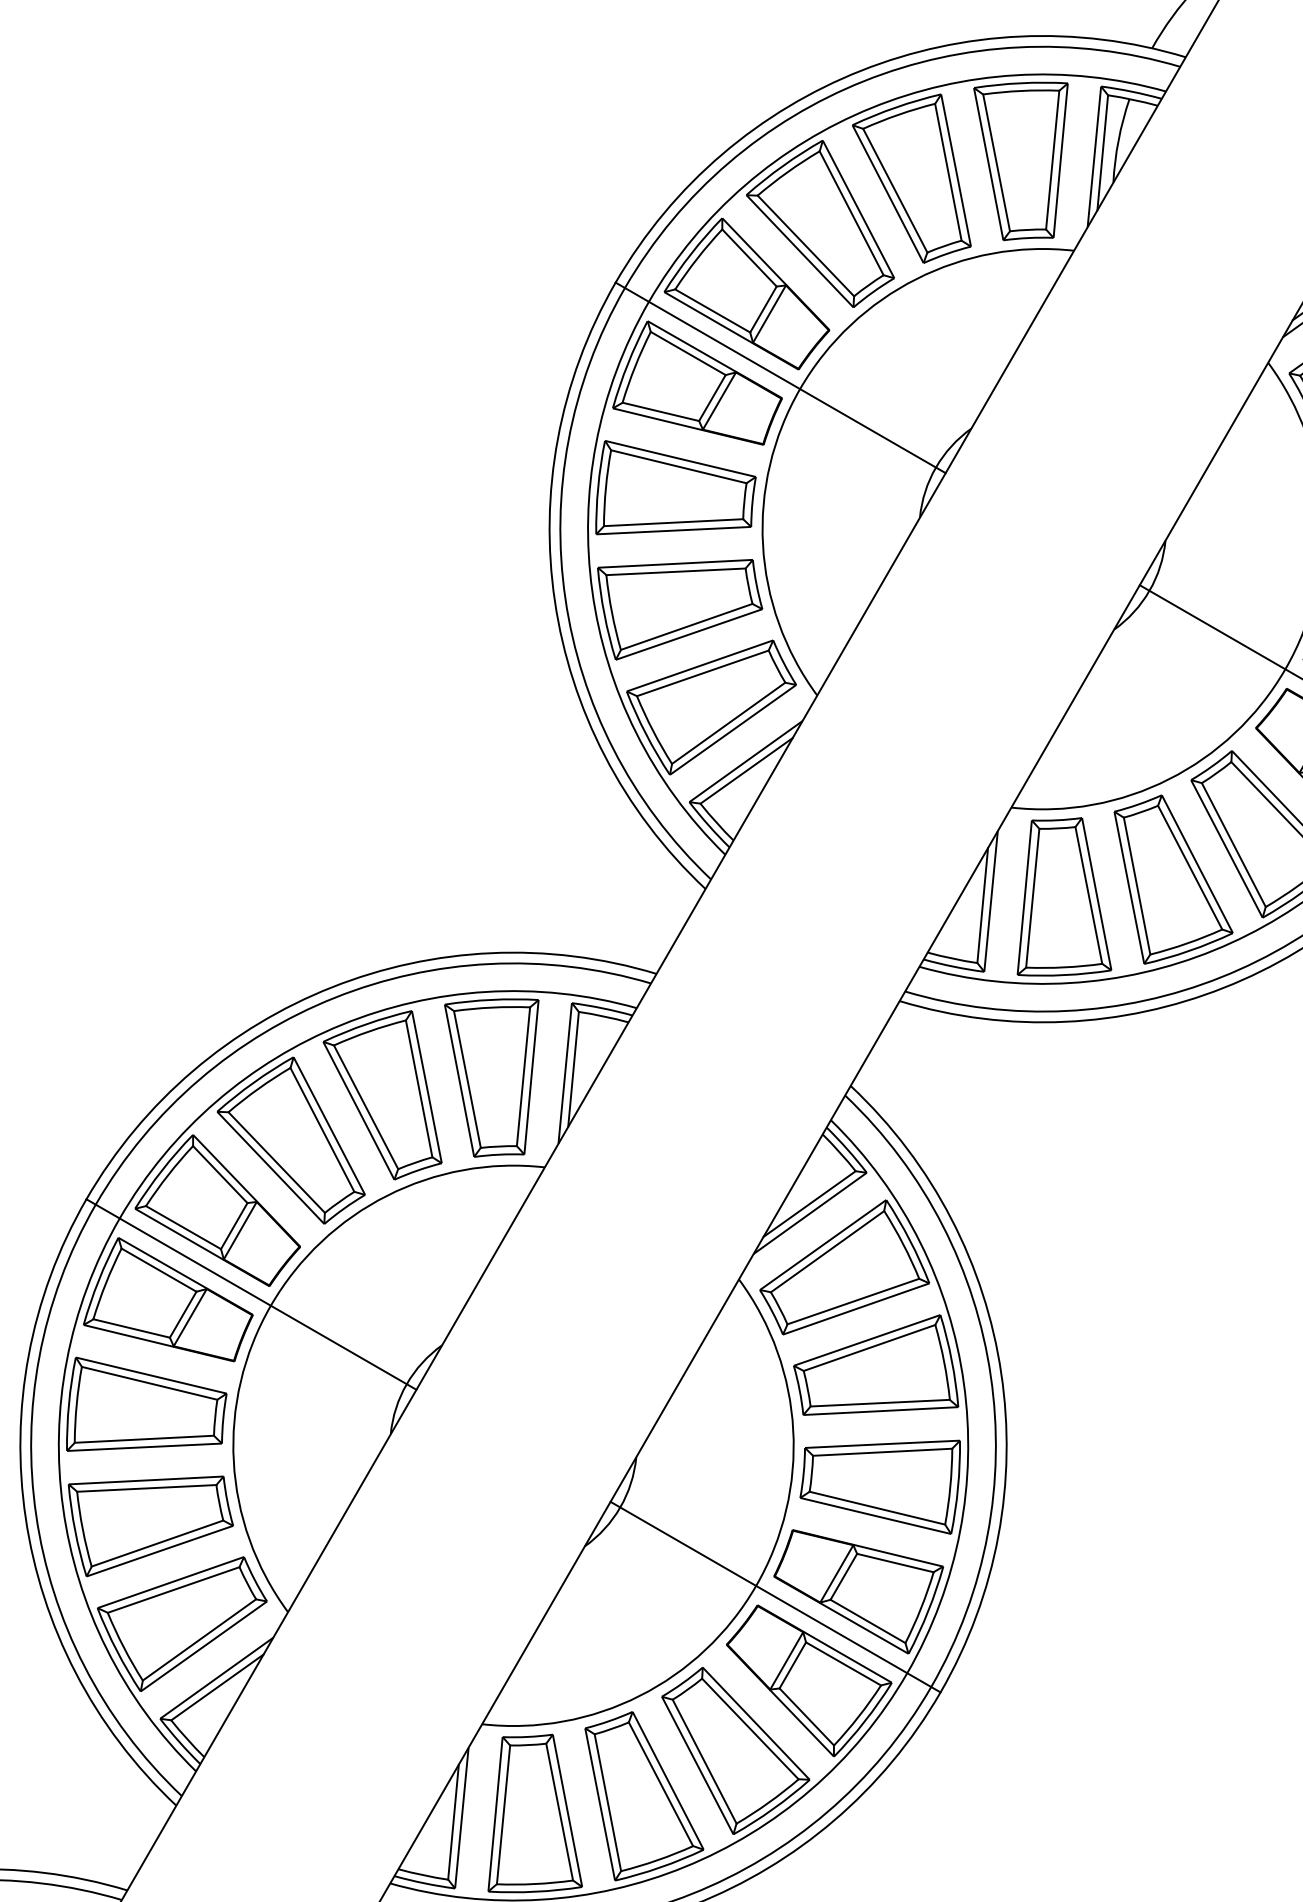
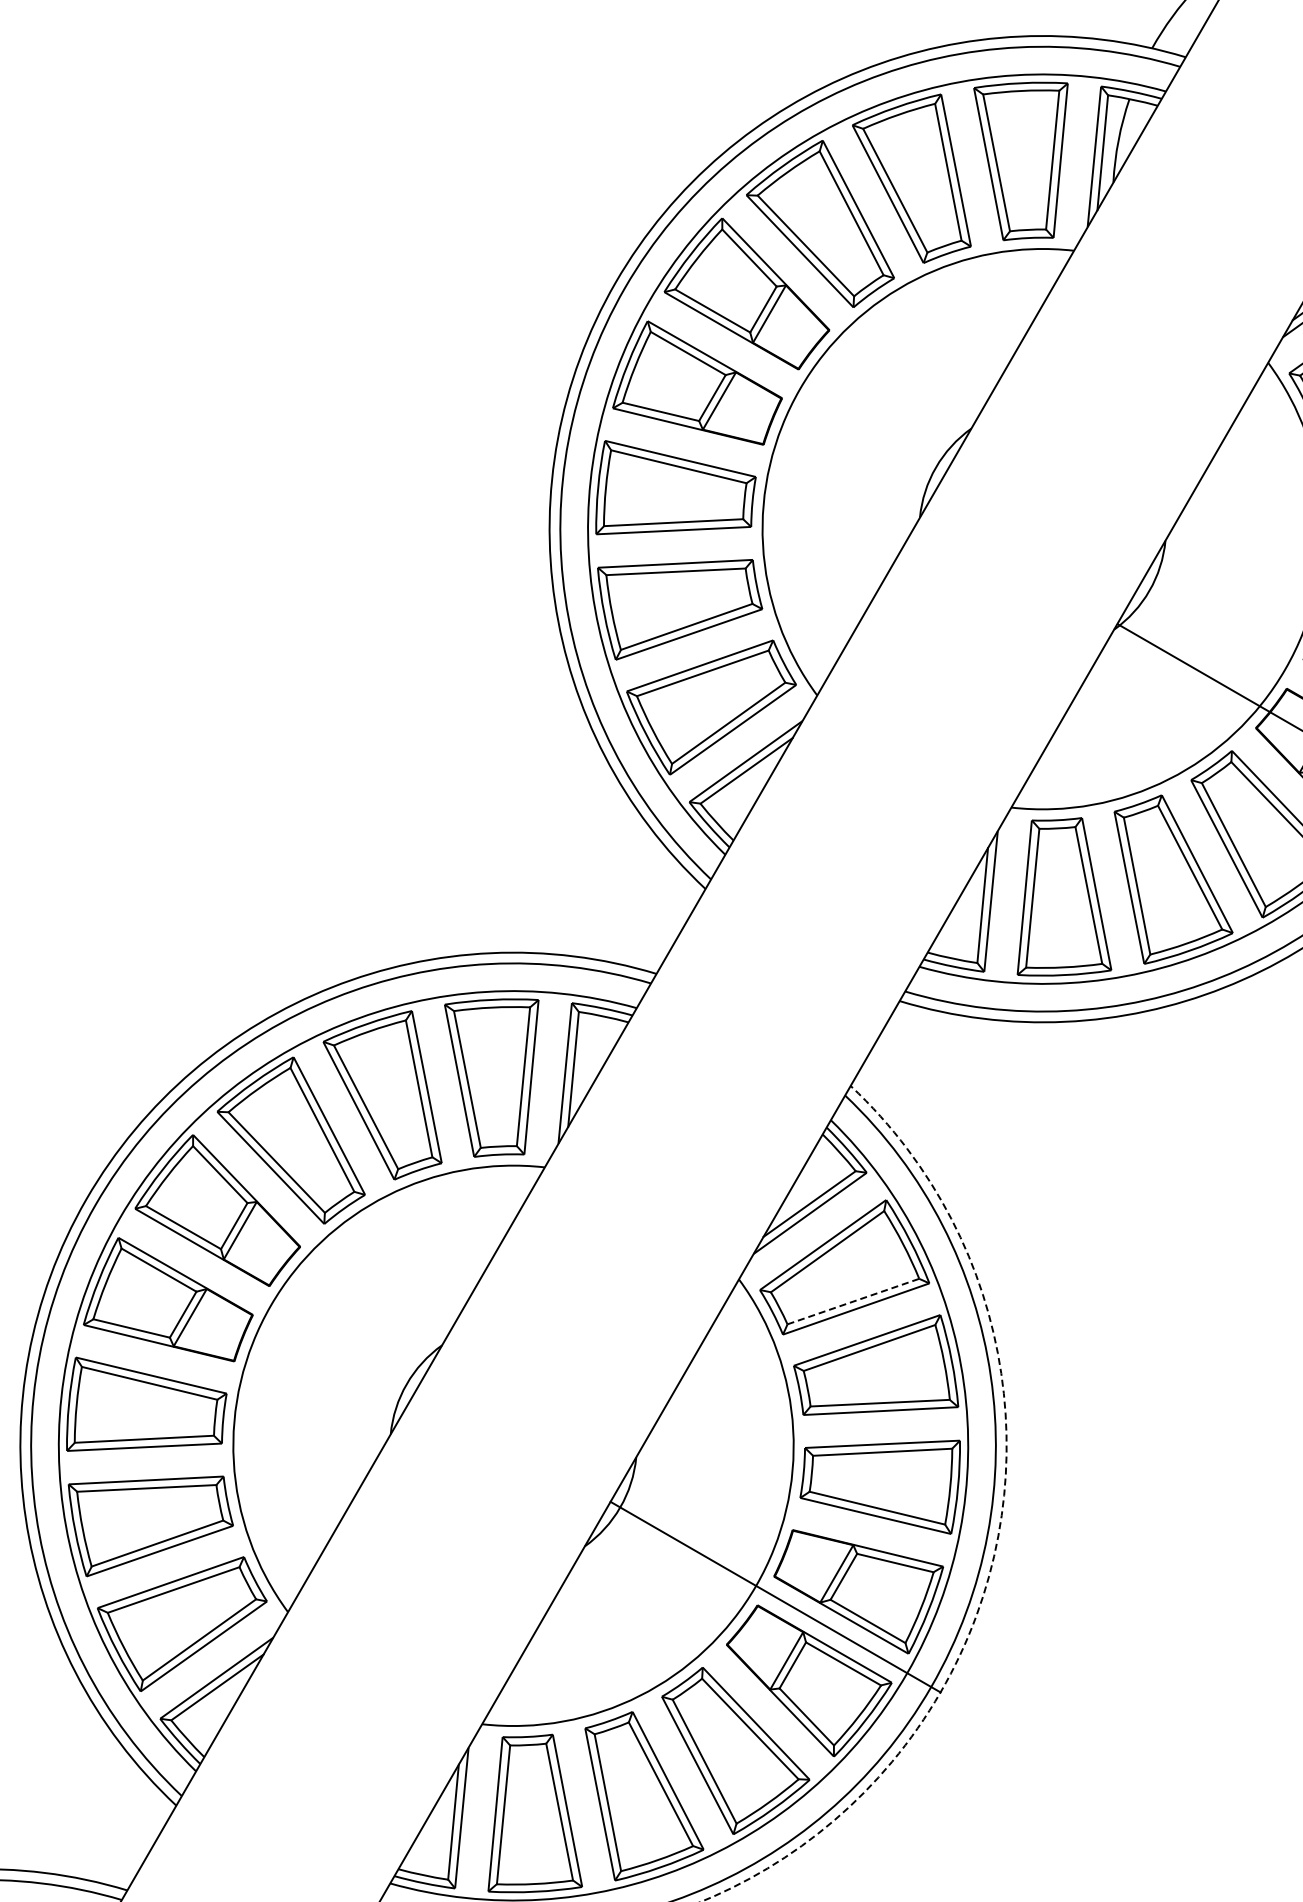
line at (780, 377): present -> none
line at (1219, 631) position: (1219, 631) -> (1208, 676)
line at (251, 1294): present -> none
line at (853, 1301): solid -> dashed
arc at (998, 1534): solid -> dashed
